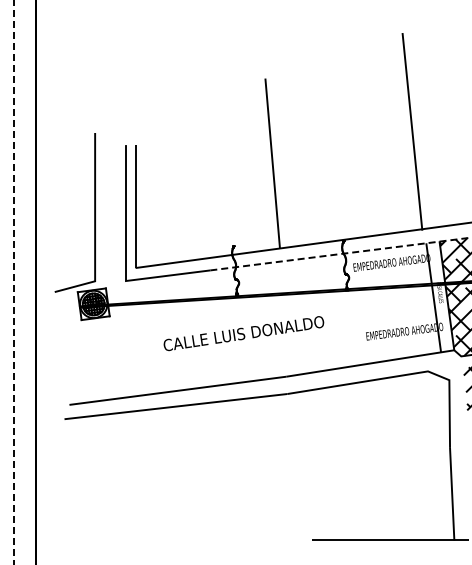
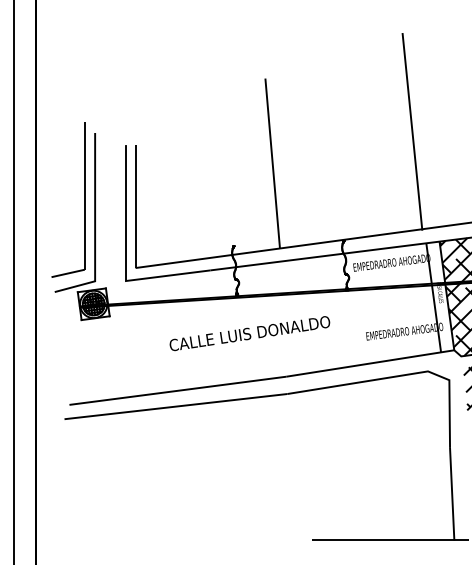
part at (84, 199): none -> present
line at (341, 253): dashed -> solid
line at (14, 282): dashed -> solid
text at (243, 333) position: (243, 333) -> (249, 333)
